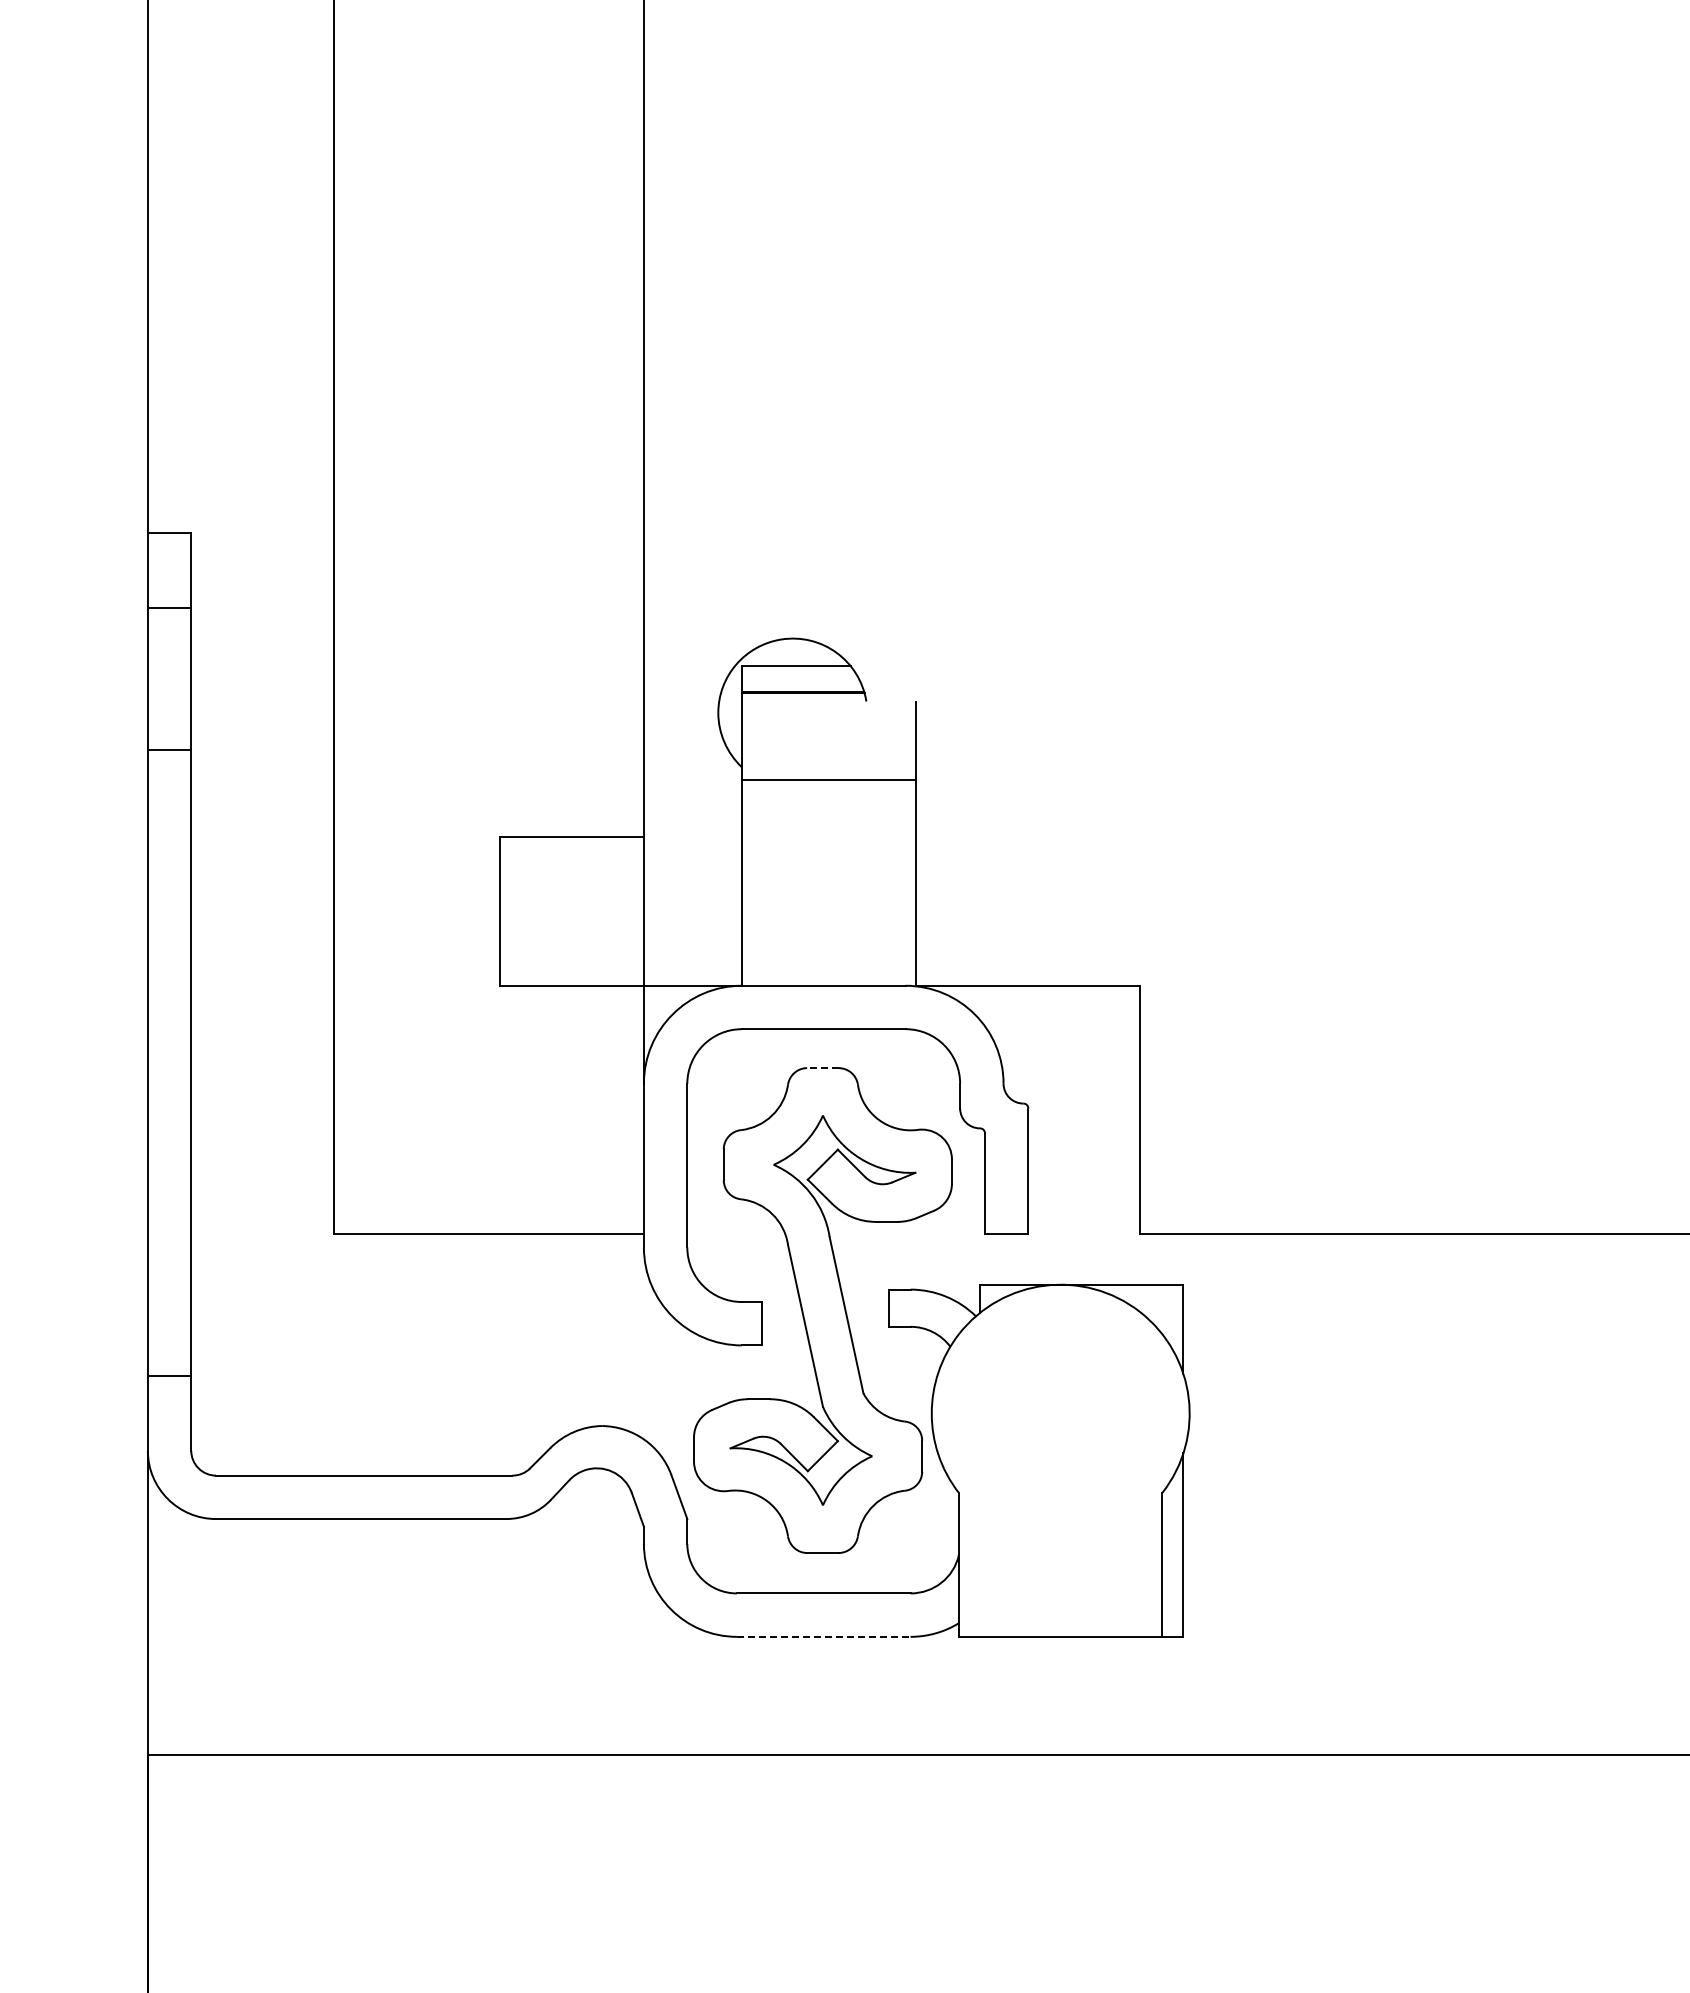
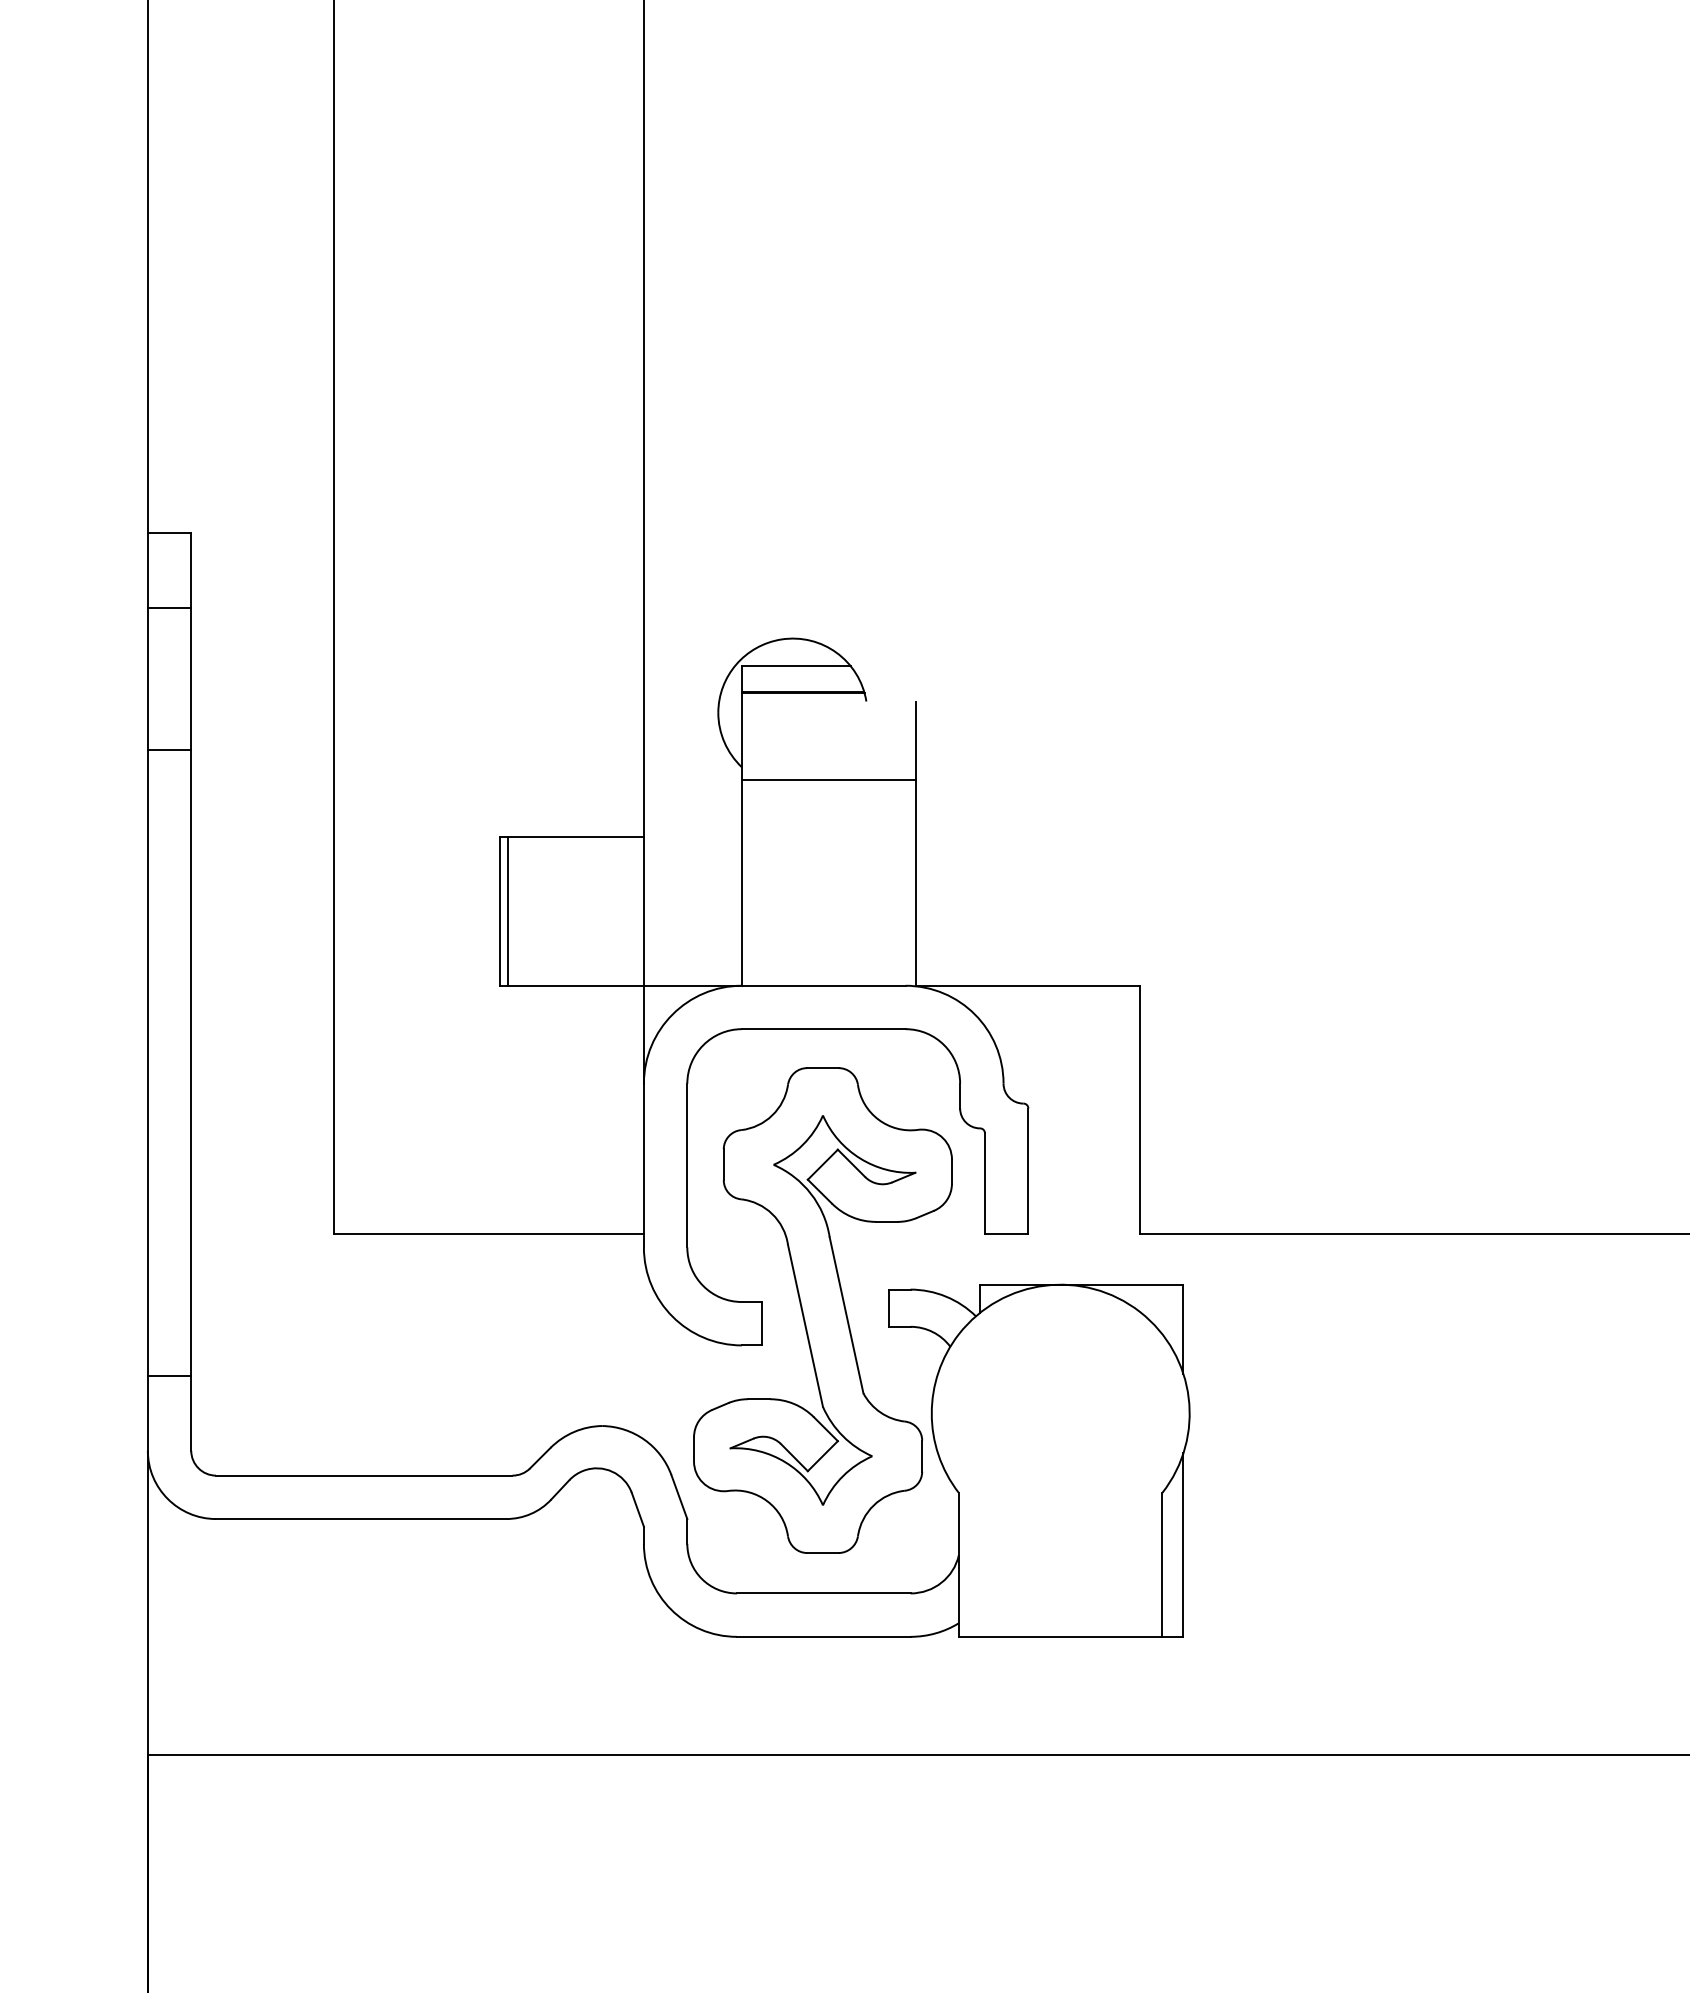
line at (507, 910): none -> present
line at (822, 1068): dashed -> solid
line at (823, 1636): dashed -> solid
